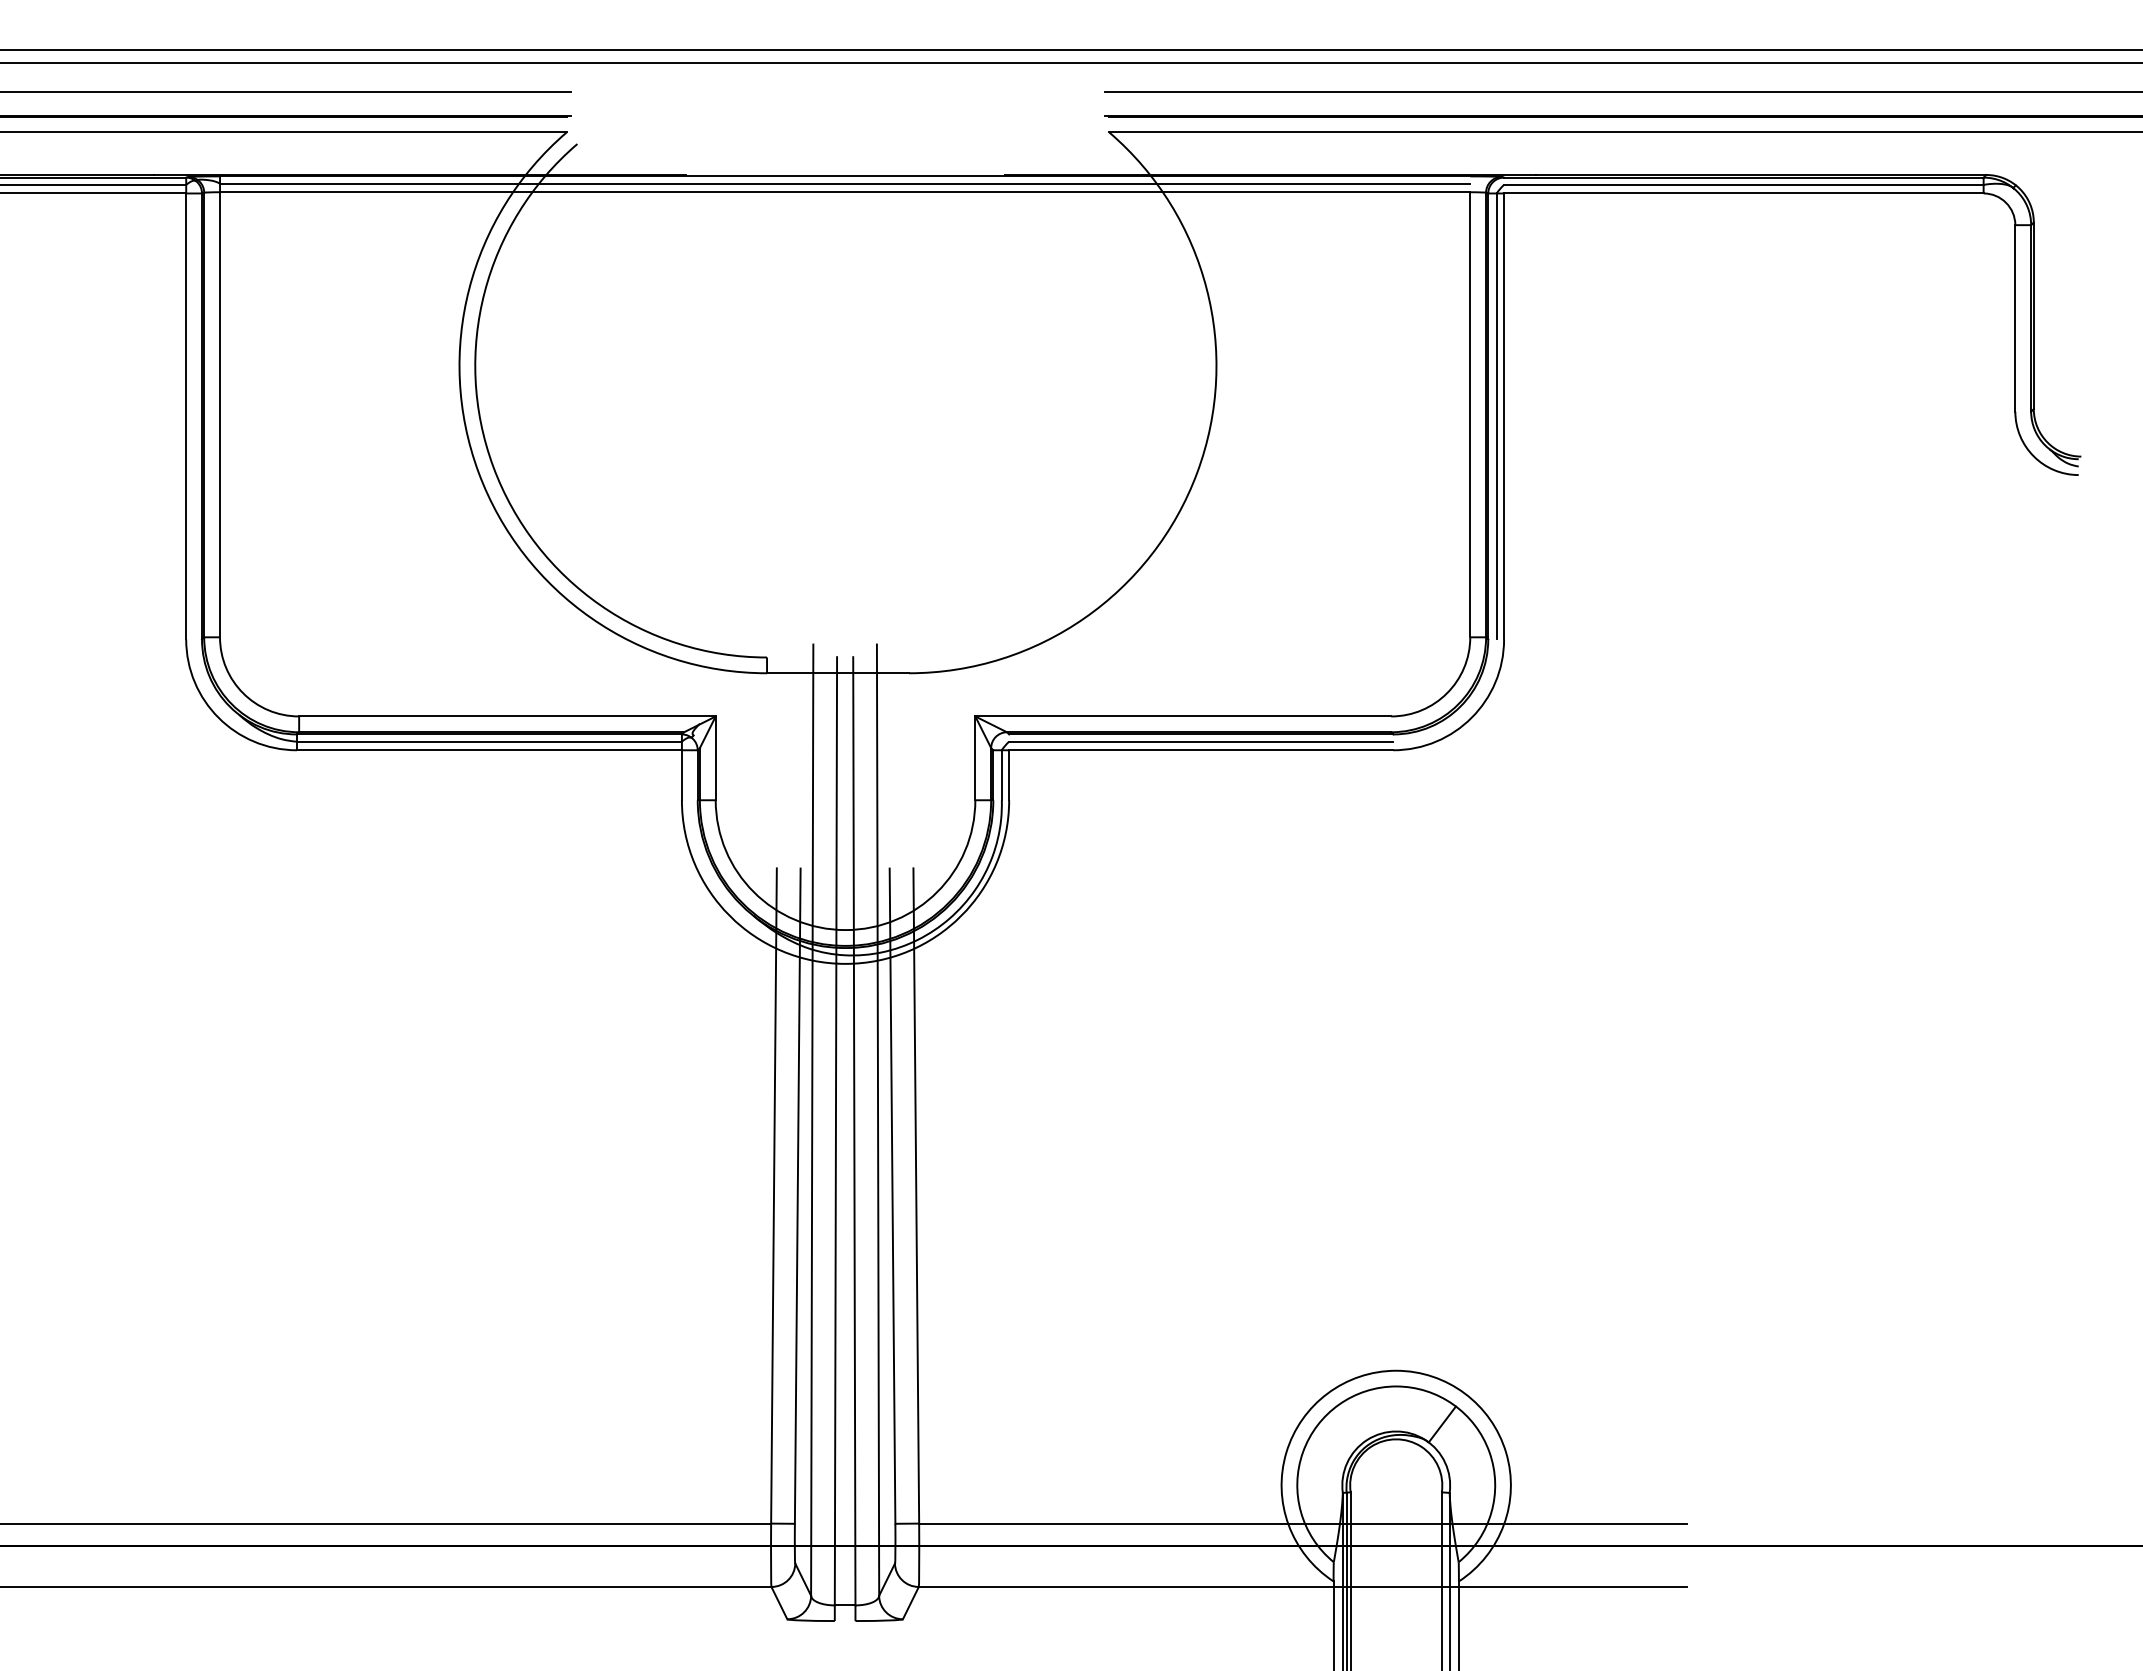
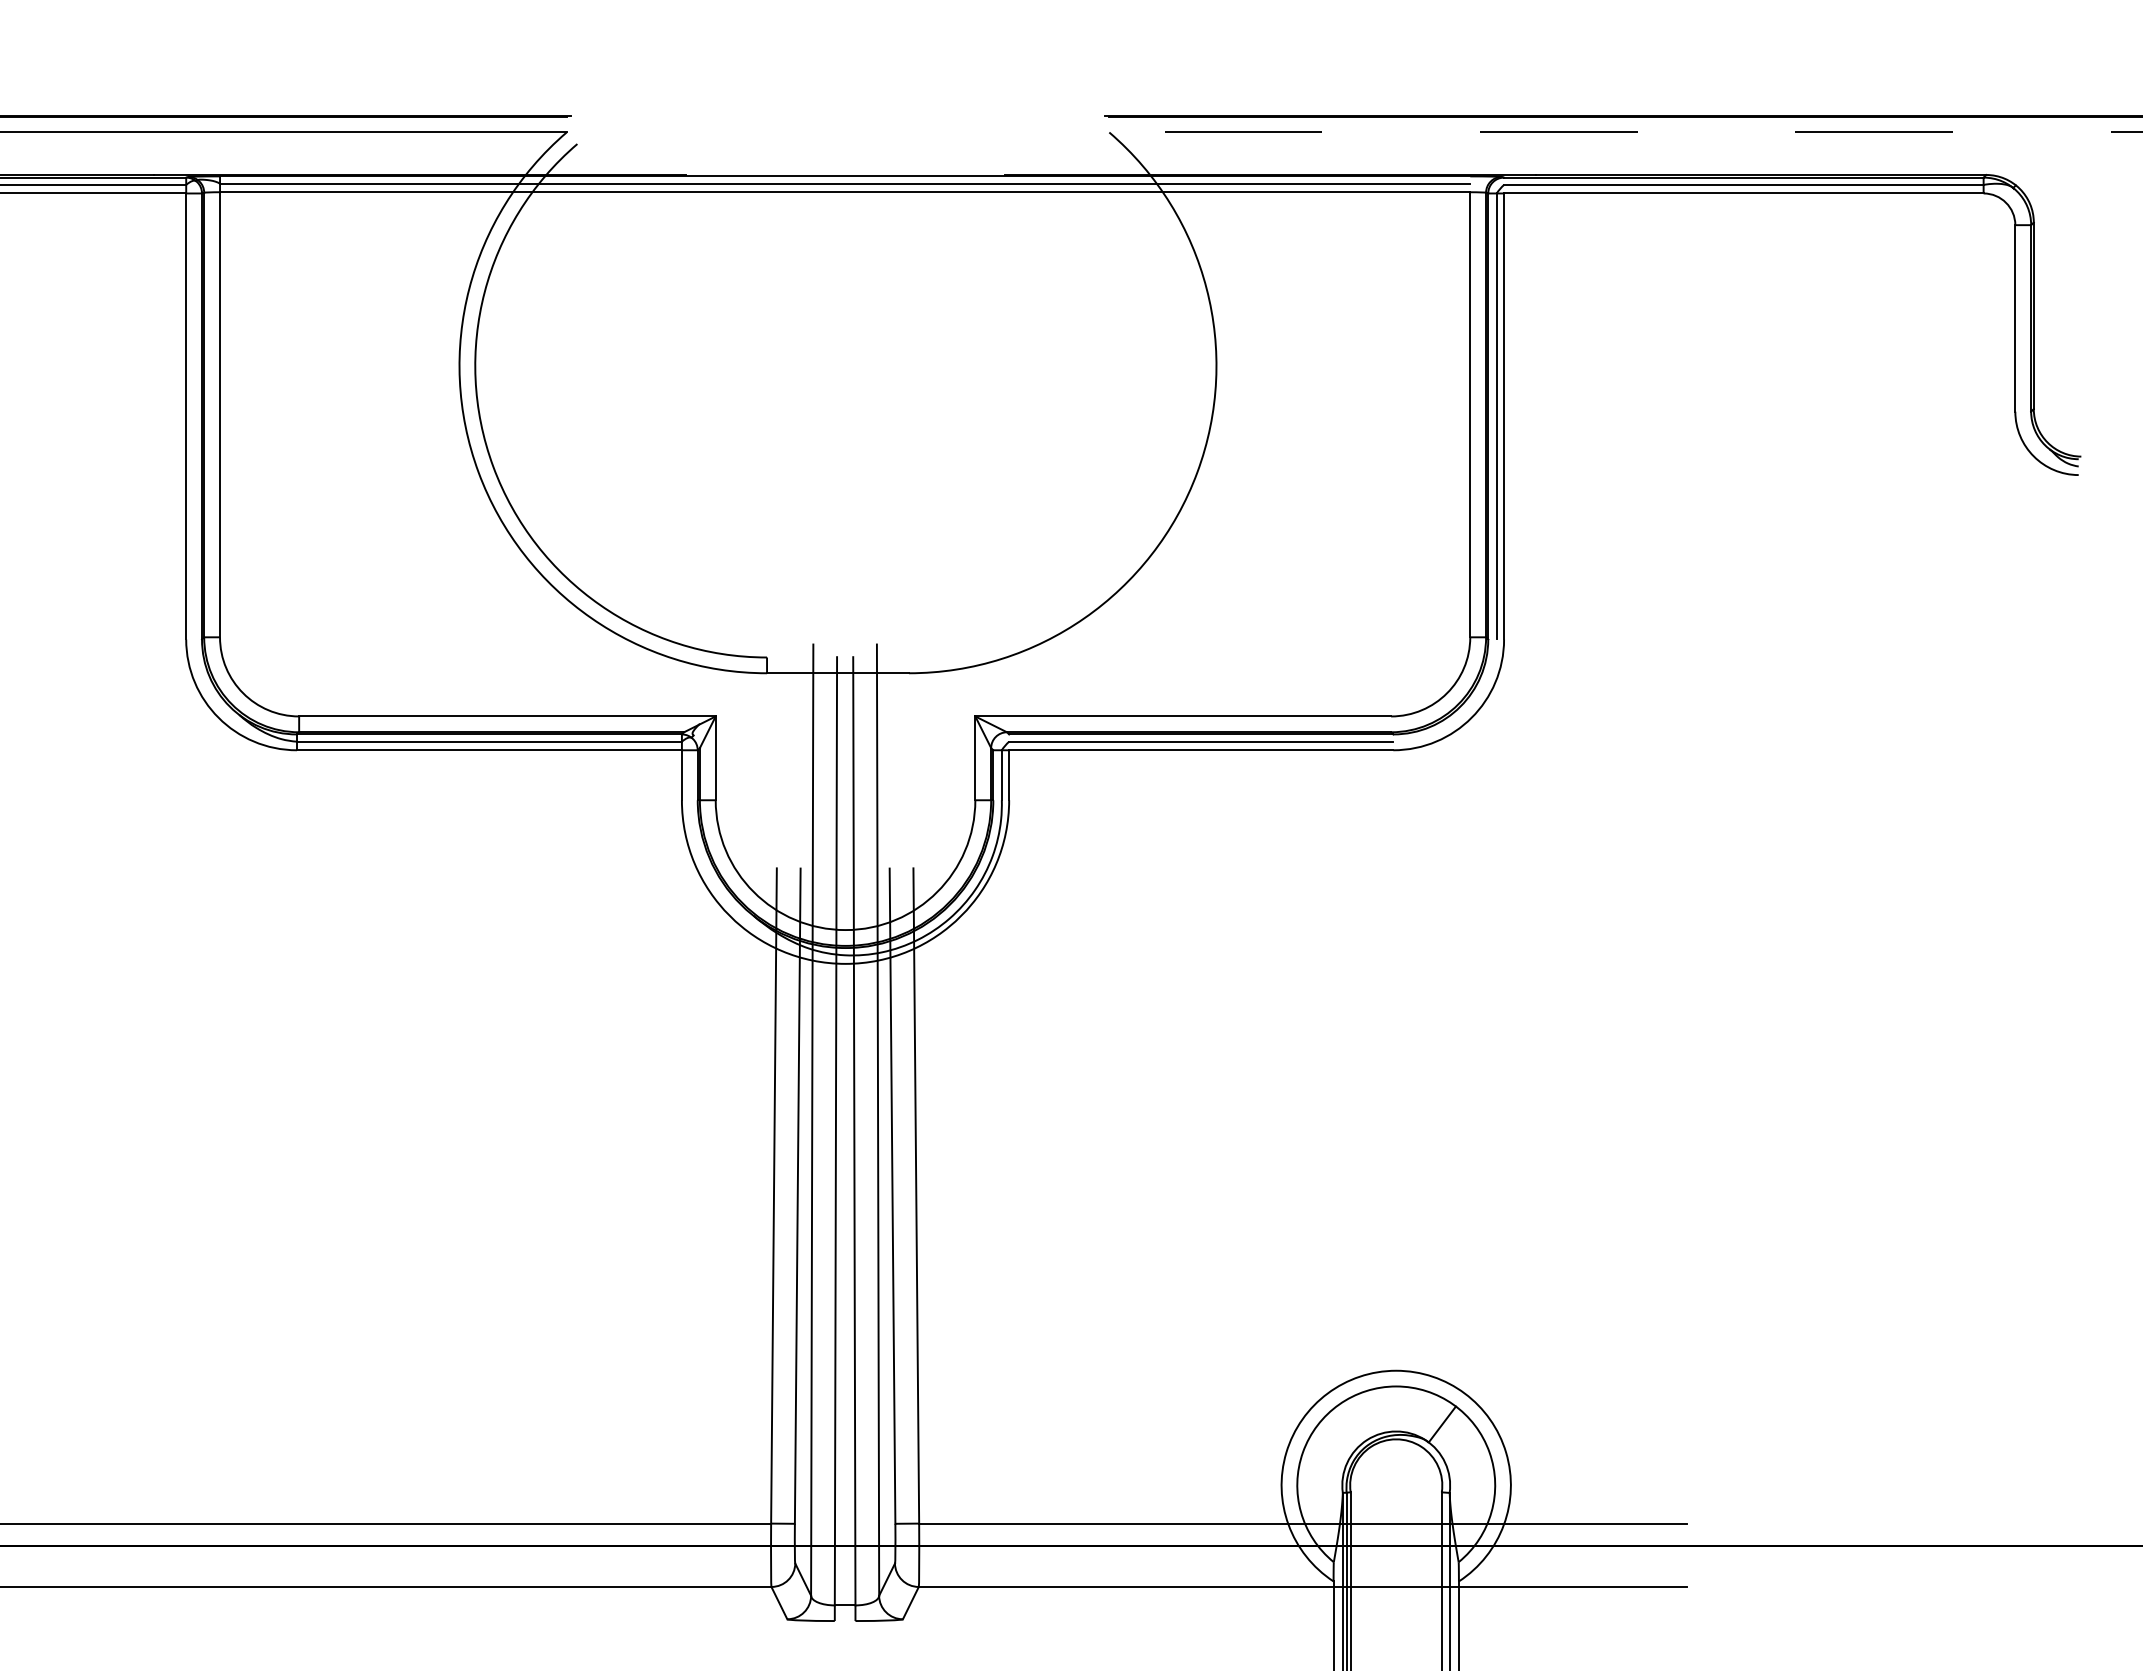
line at (1070, 49): present -> none
line at (1070, 62): present -> none
line at (286, 92): present -> none
line at (1622, 92): present -> none
line at (1625, 132): solid -> dashed
